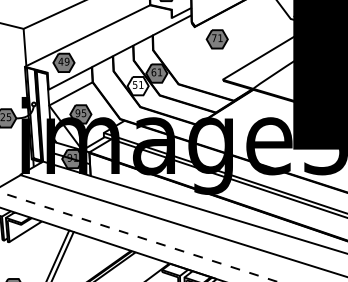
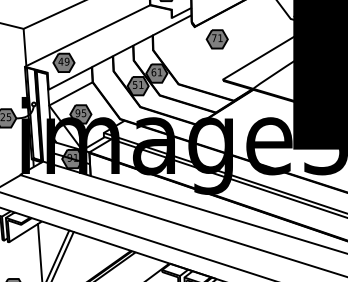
fill at (137, 86): none -> present
line at (138, 237): dashed -> solid
line at (40, 251): none -> present
